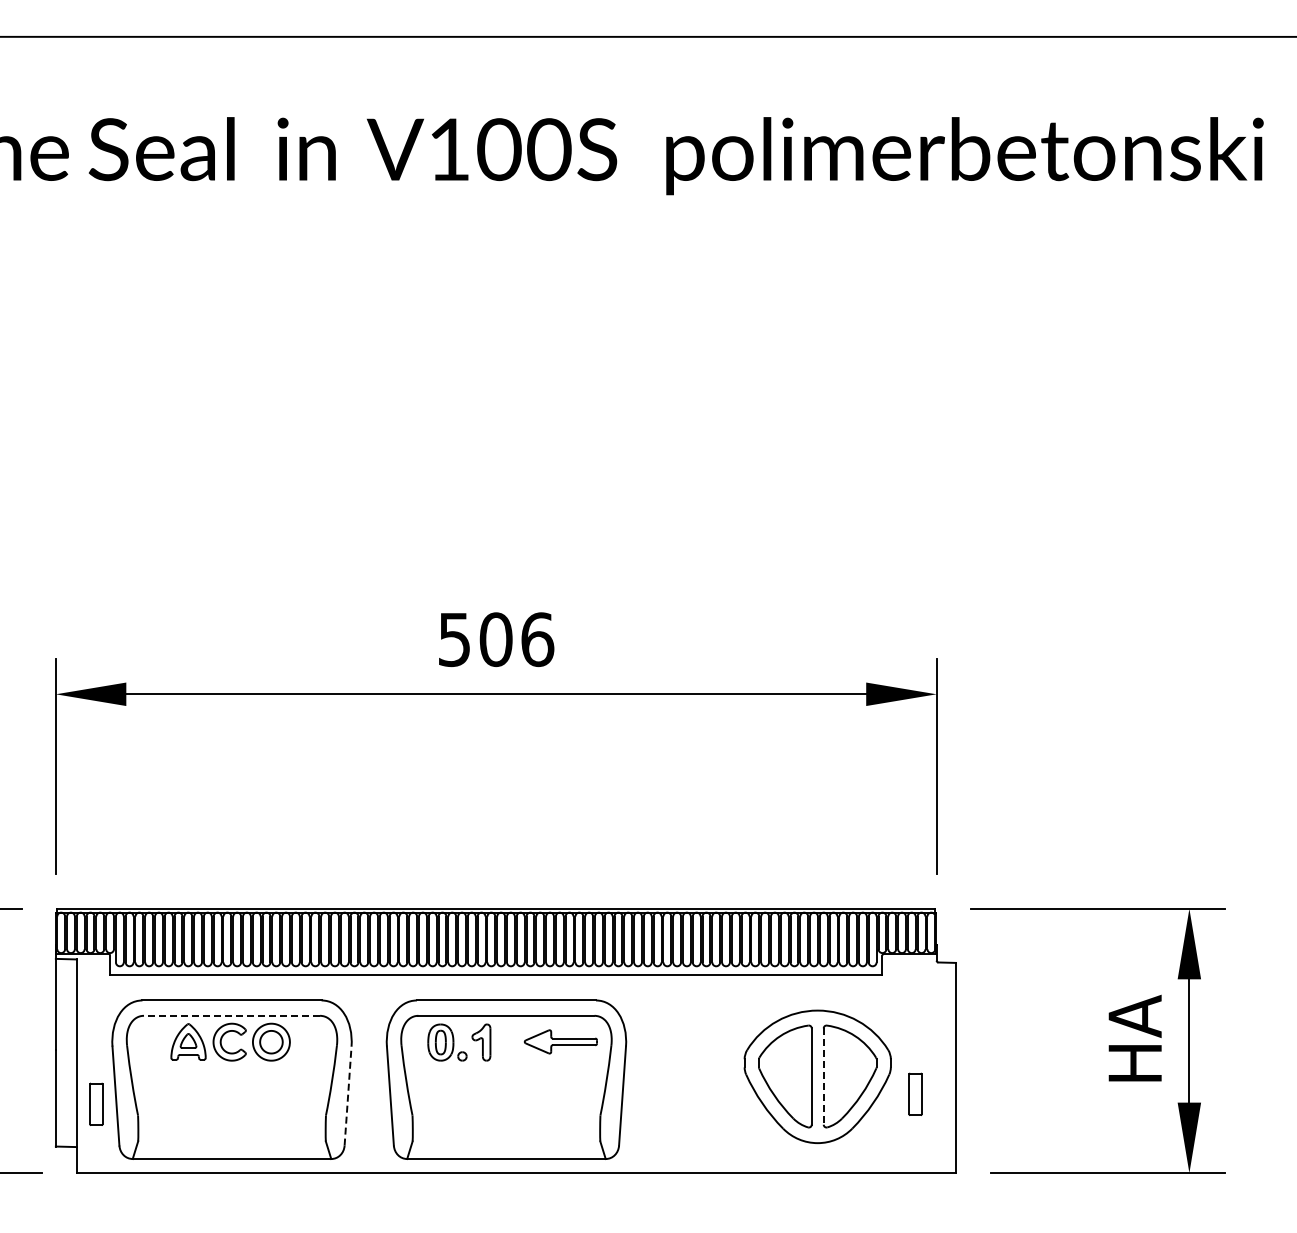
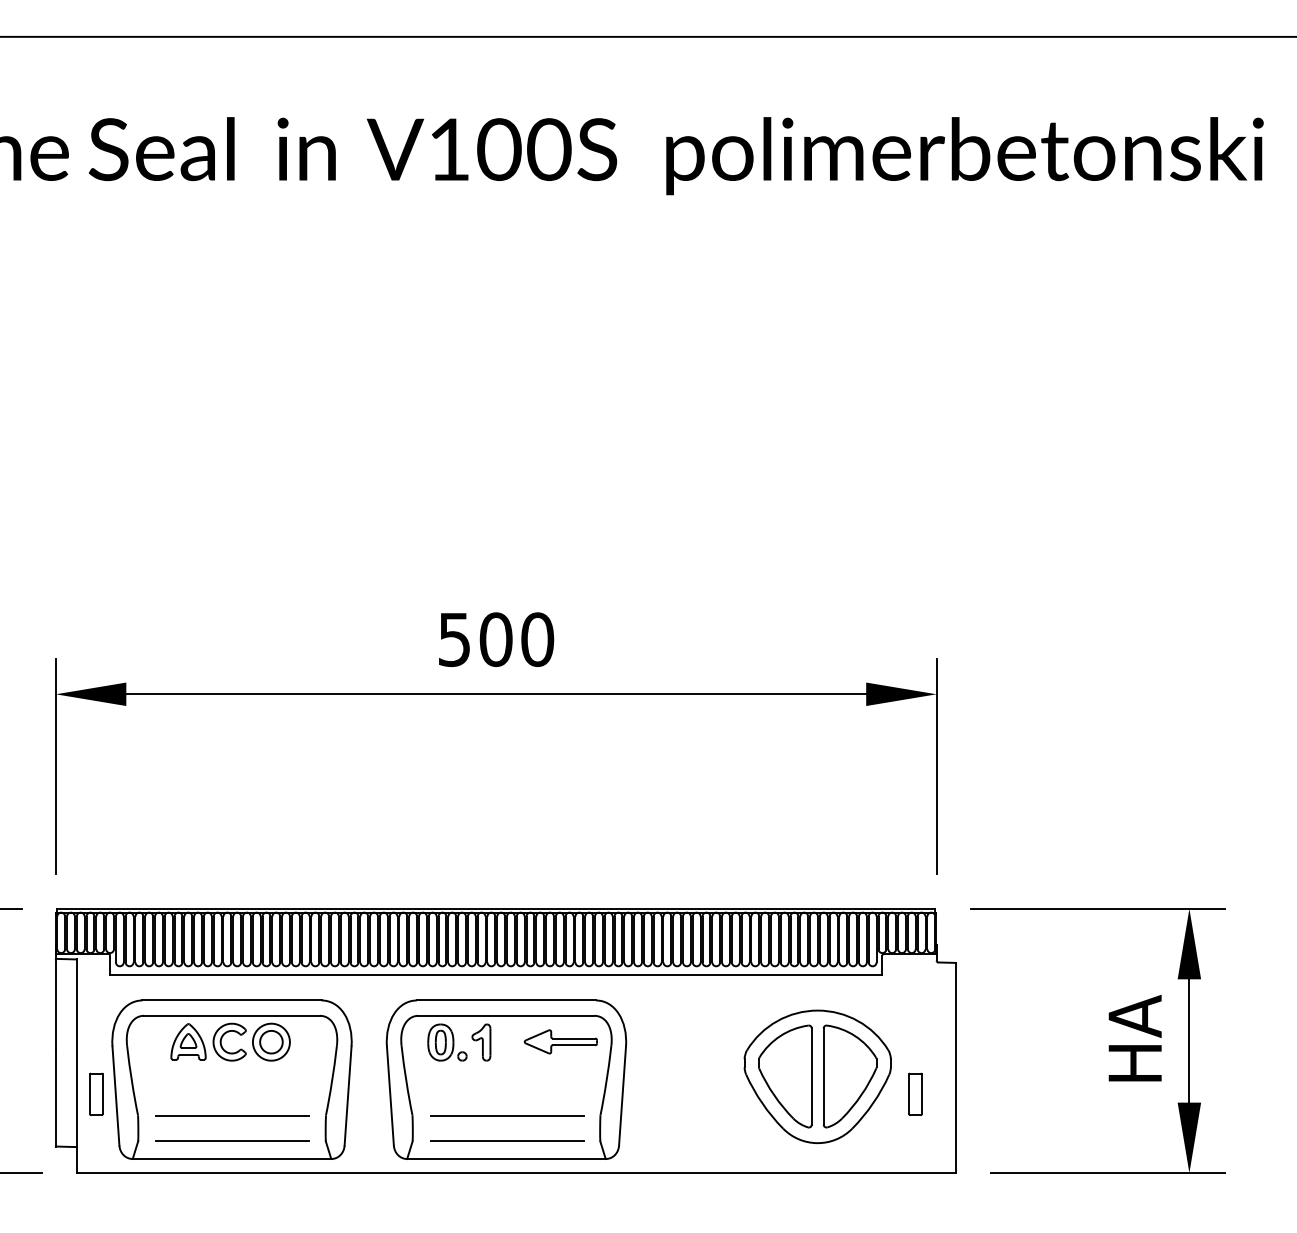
text at (537, 639): 506 -> 500
line at (231, 1015): dashed -> solid
line at (823, 1077): dashed -> solid
line at (348, 1096): dashed -> solid
part at (96, 1103) position: (96, 1103) -> (96, 1093)
line at (232, 1115): none -> present
line at (506, 1115): none -> present
line at (232, 1141): none -> present
line at (506, 1141): none -> present
